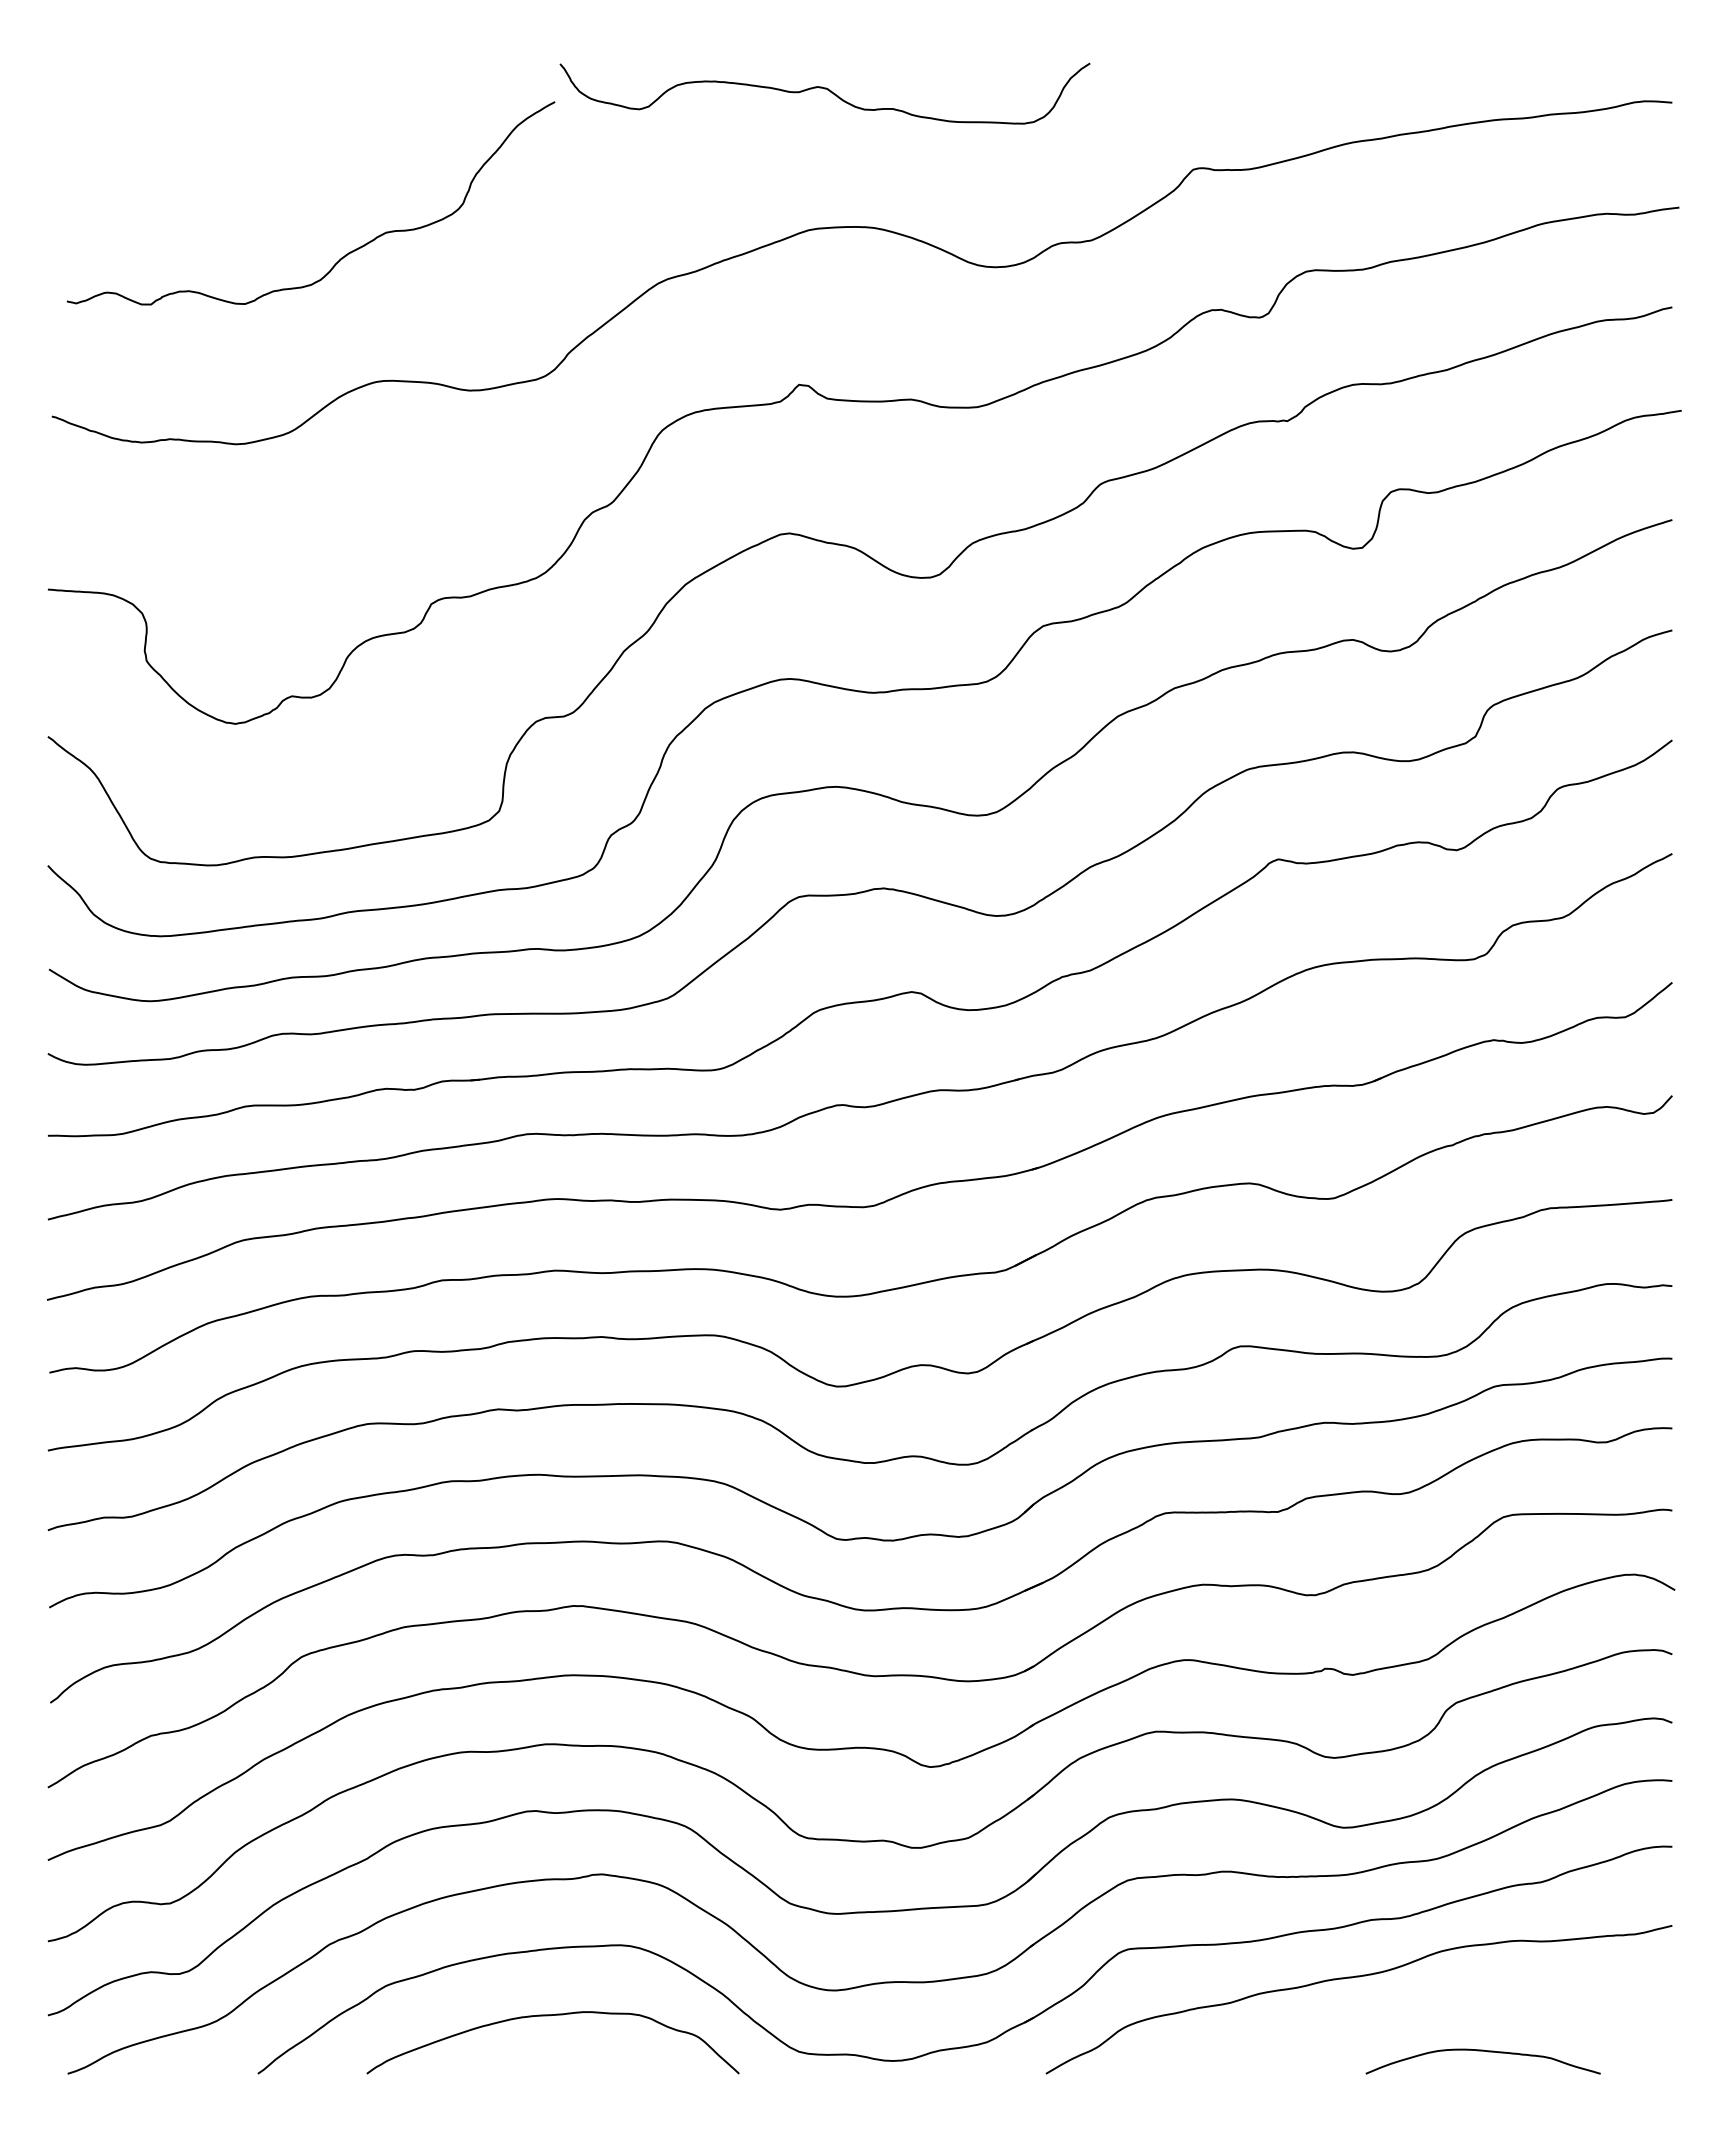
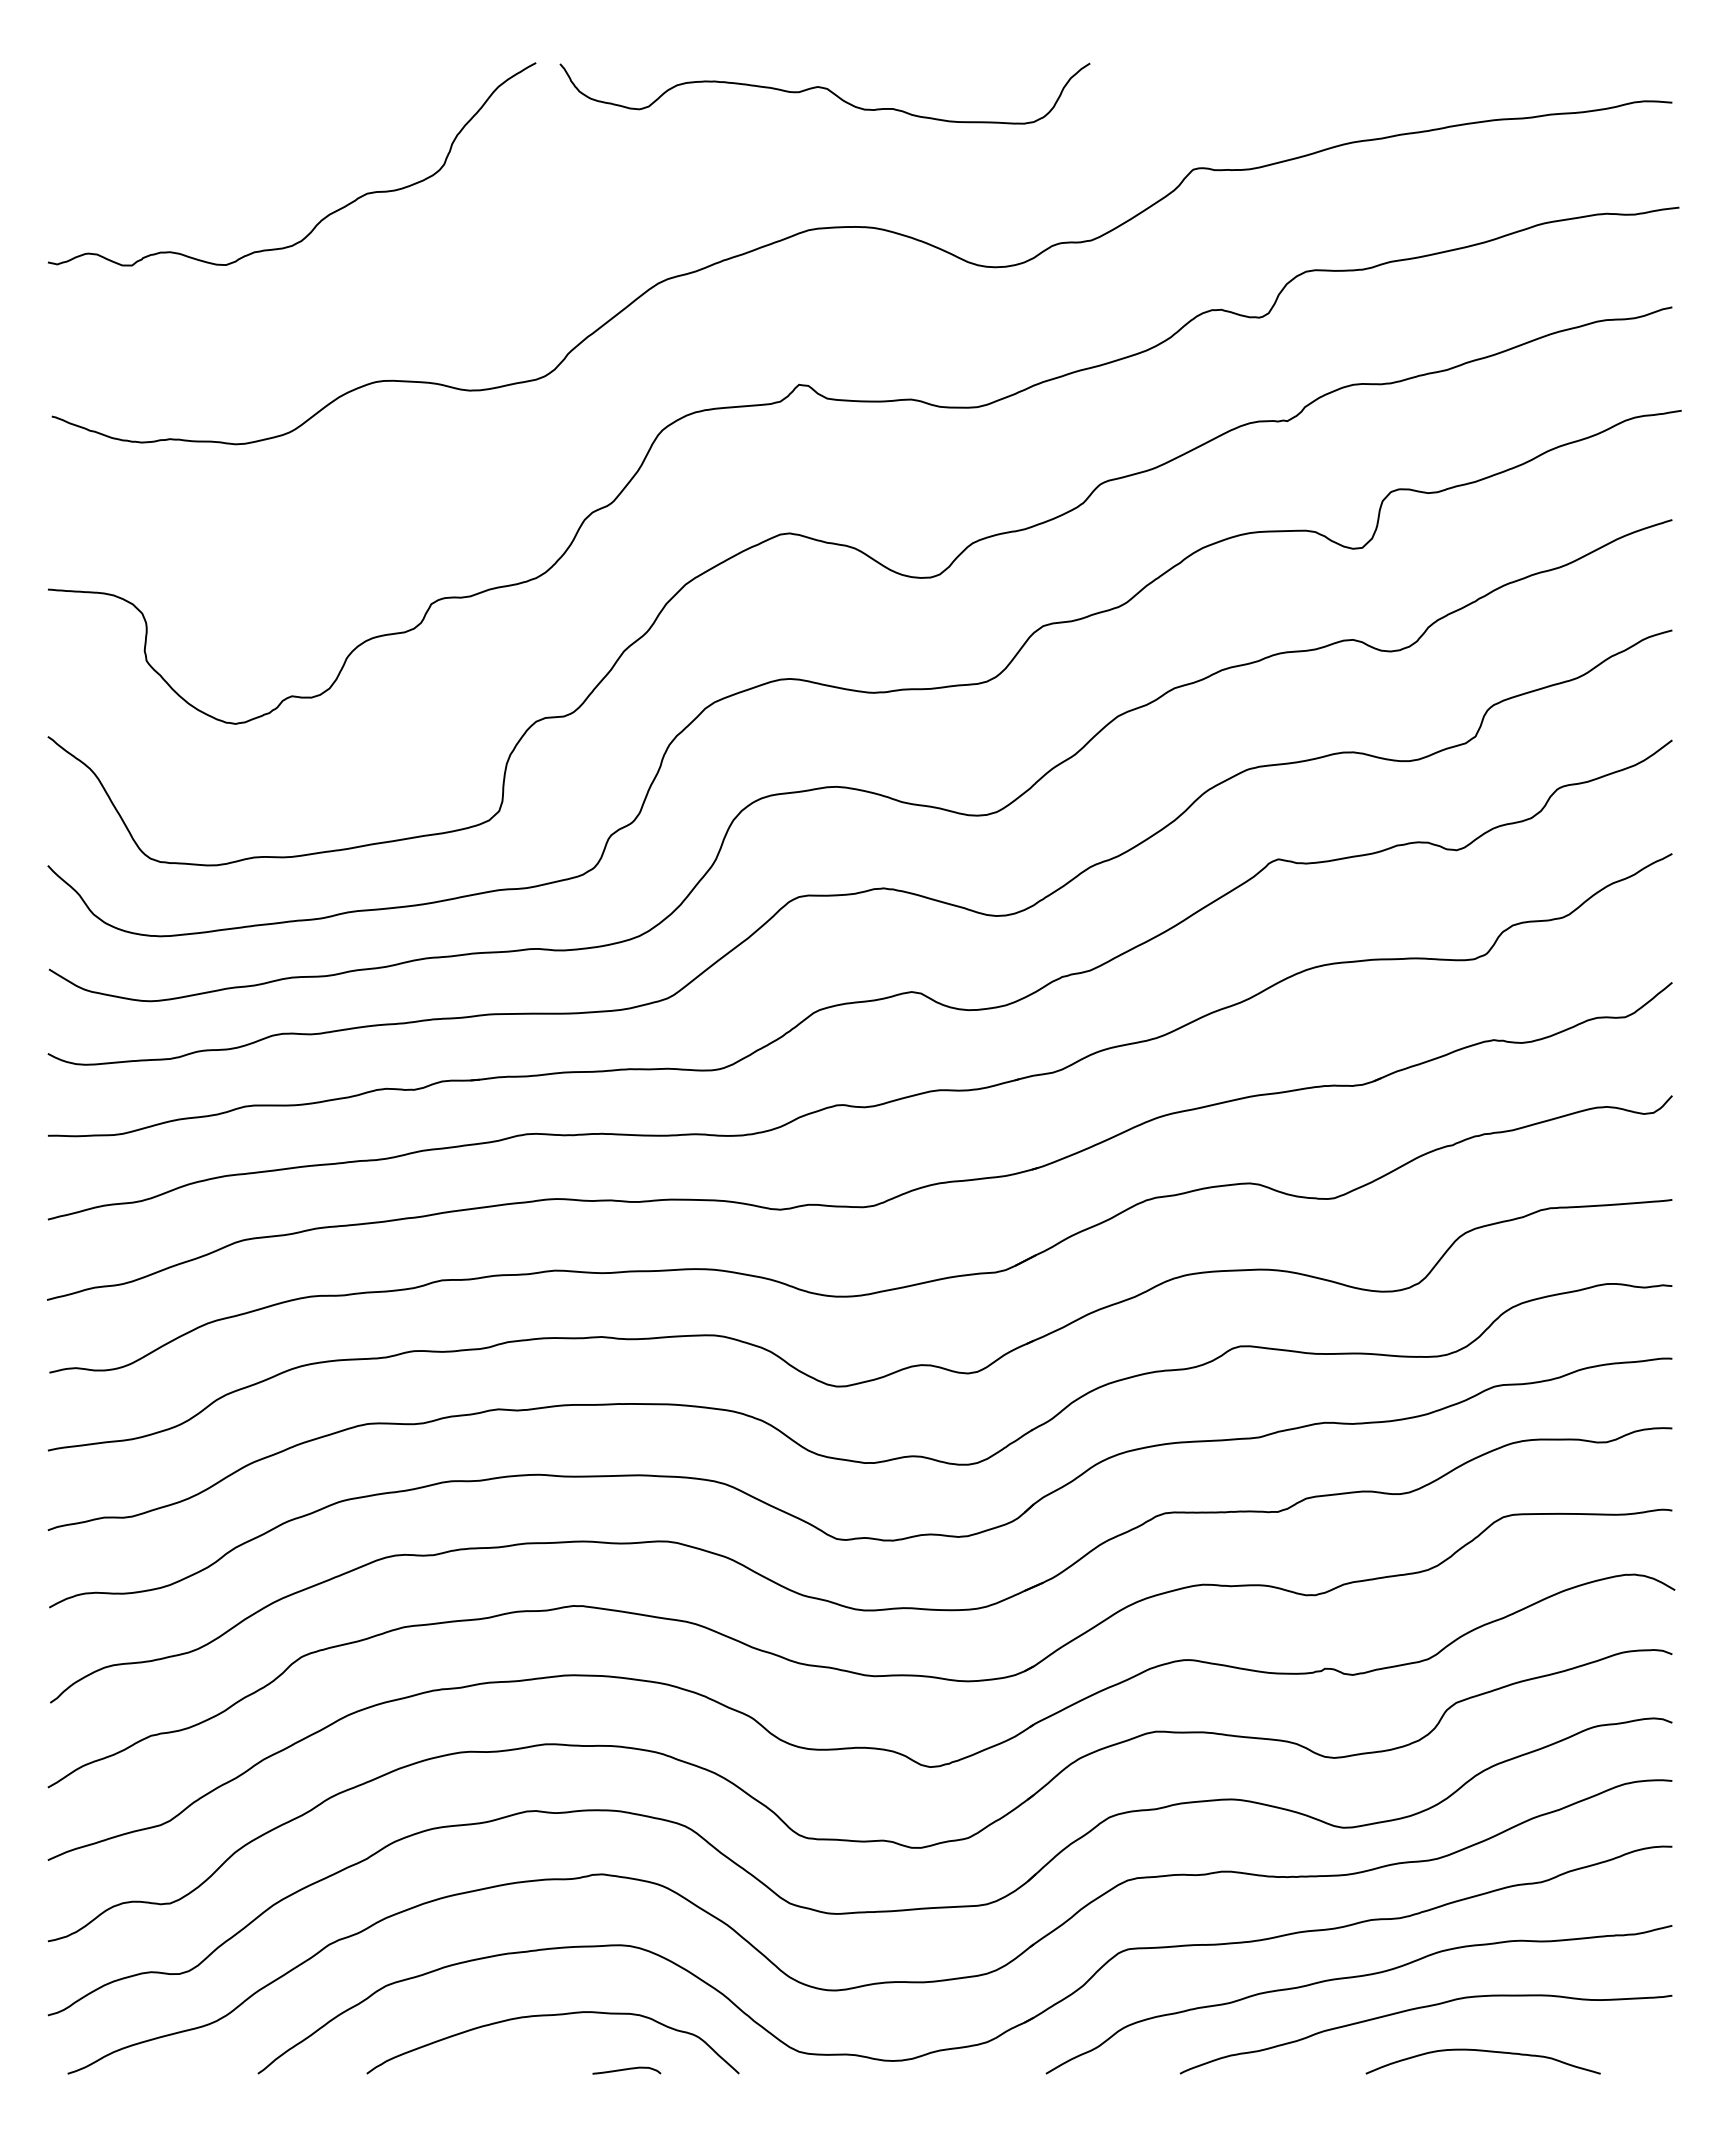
curve at (345, 254) position: (345, 254) -> (326, 215)
curve at (1422, 2008): none -> present
part at (626, 2070): none -> present
